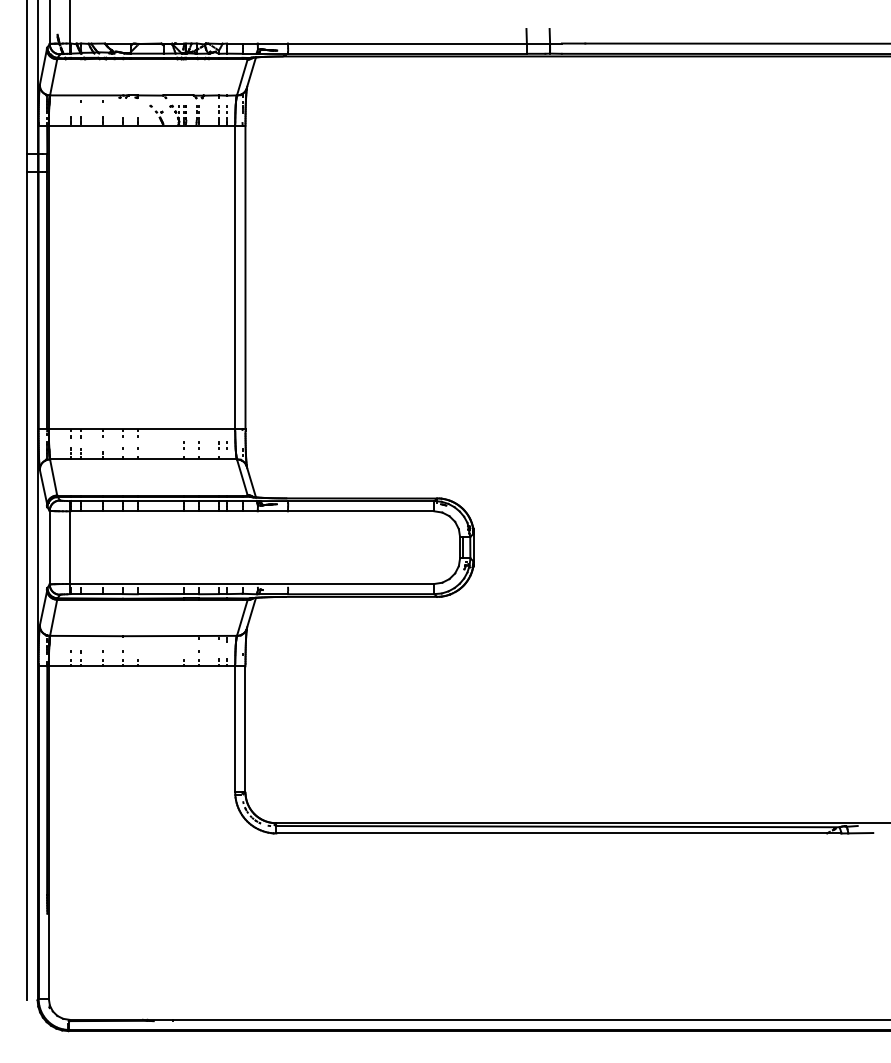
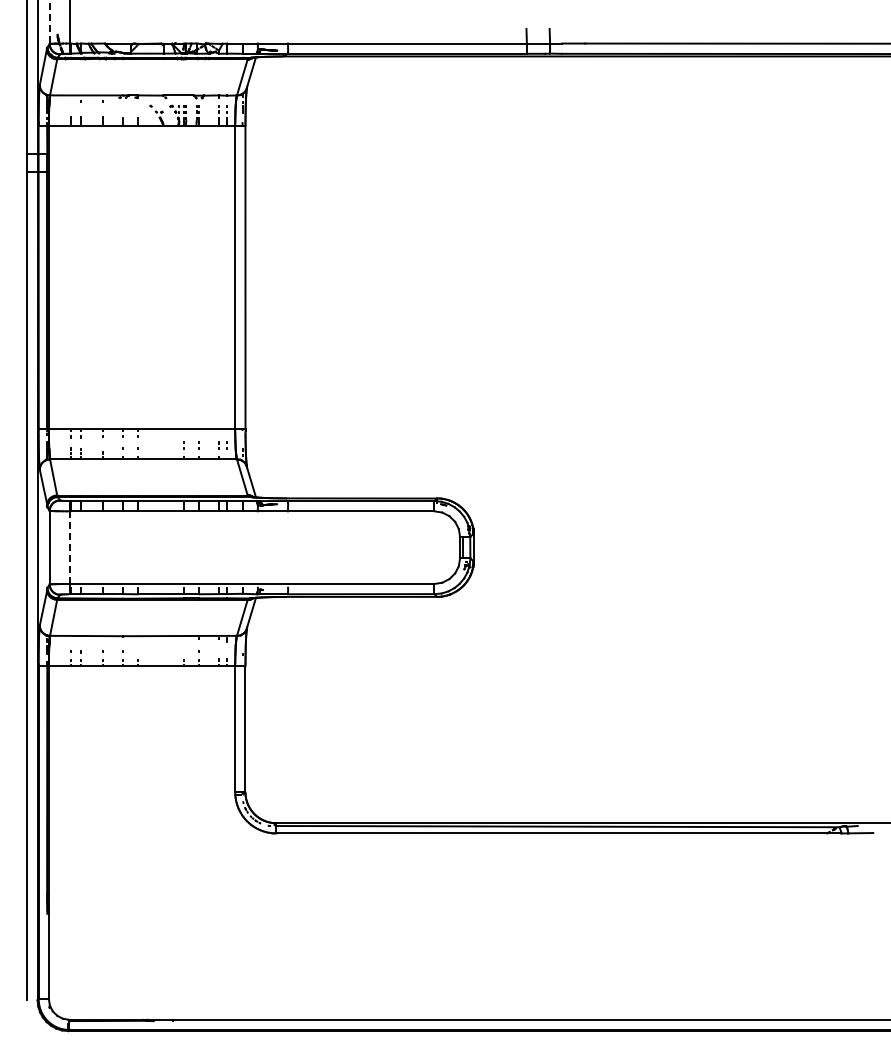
line at (49, 22): solid -> dashed
line at (70, 547): solid -> dashed
